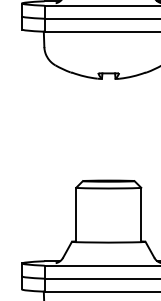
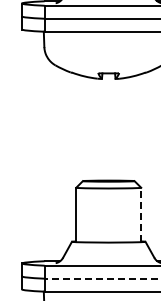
line at (141, 214): solid -> dashed
line at (102, 278): solid -> dashed
